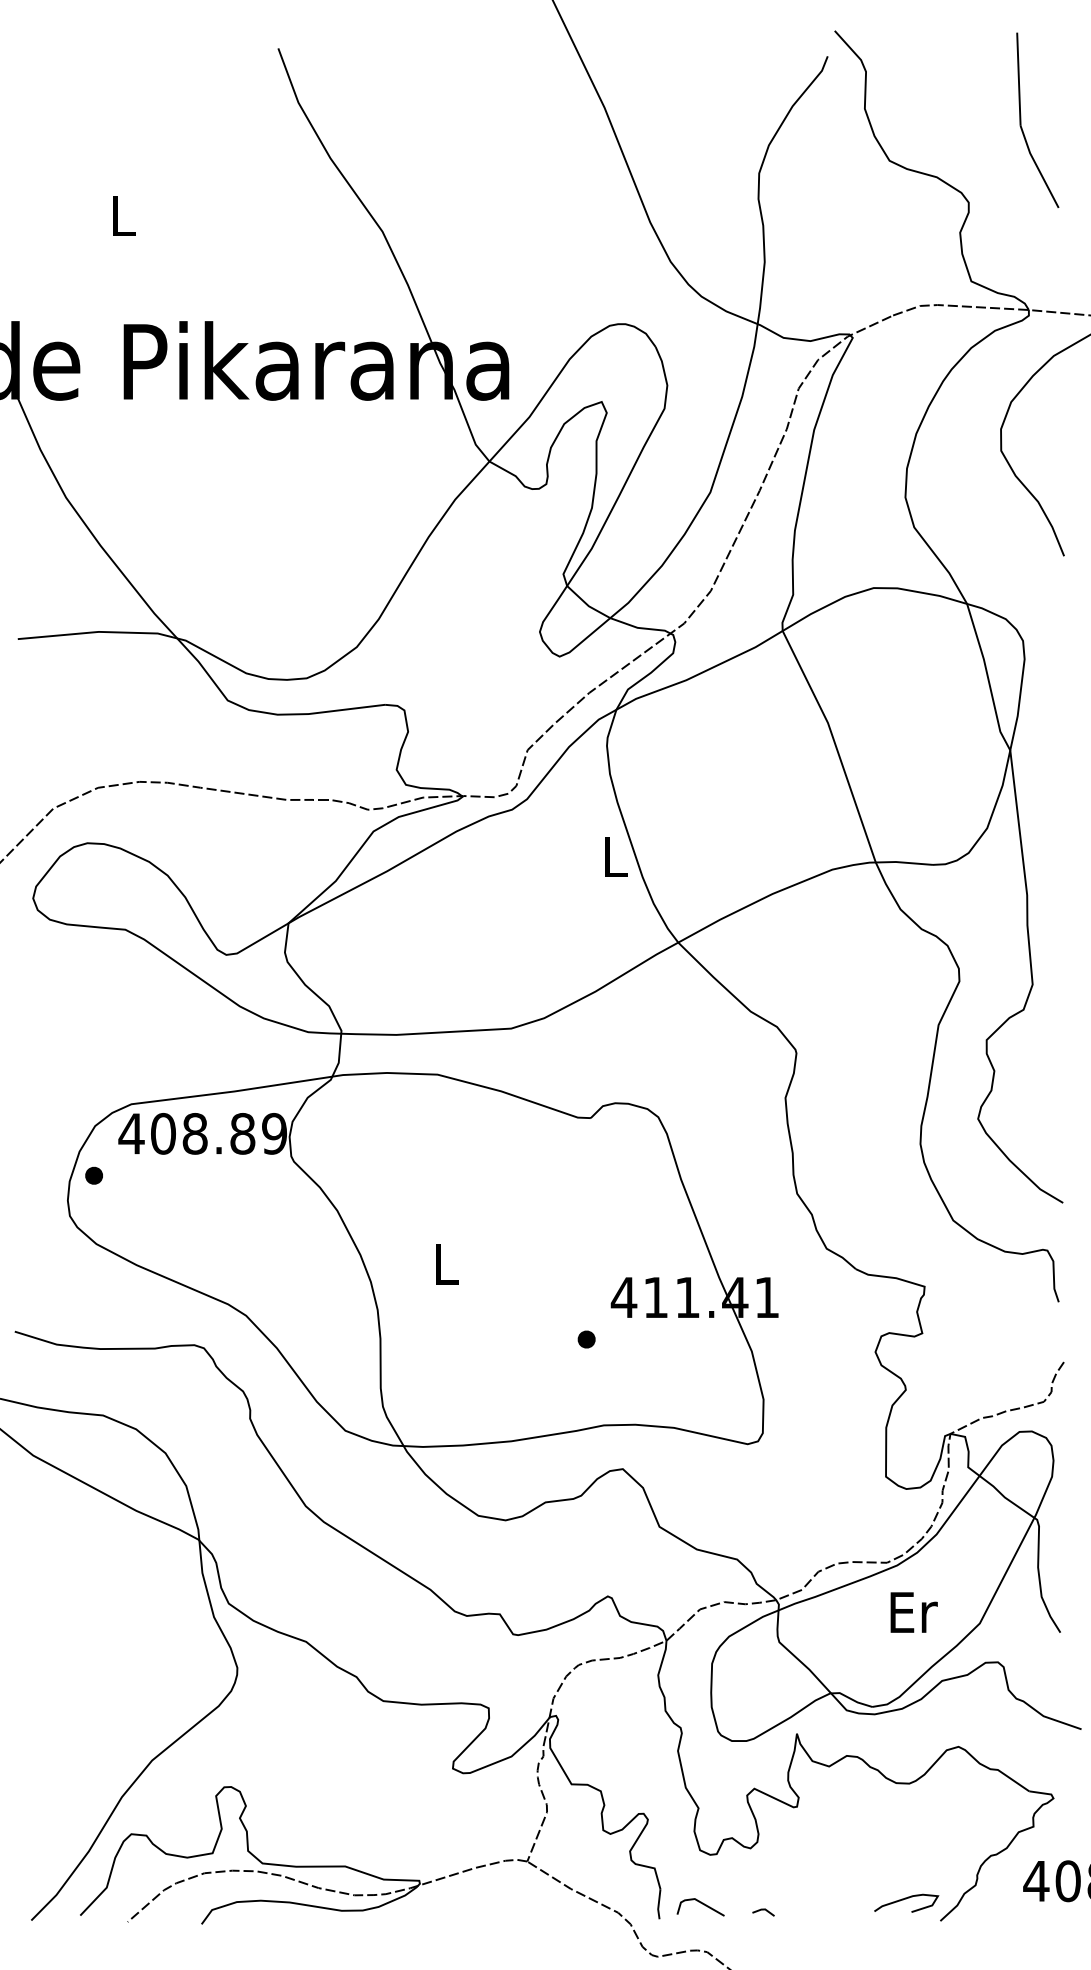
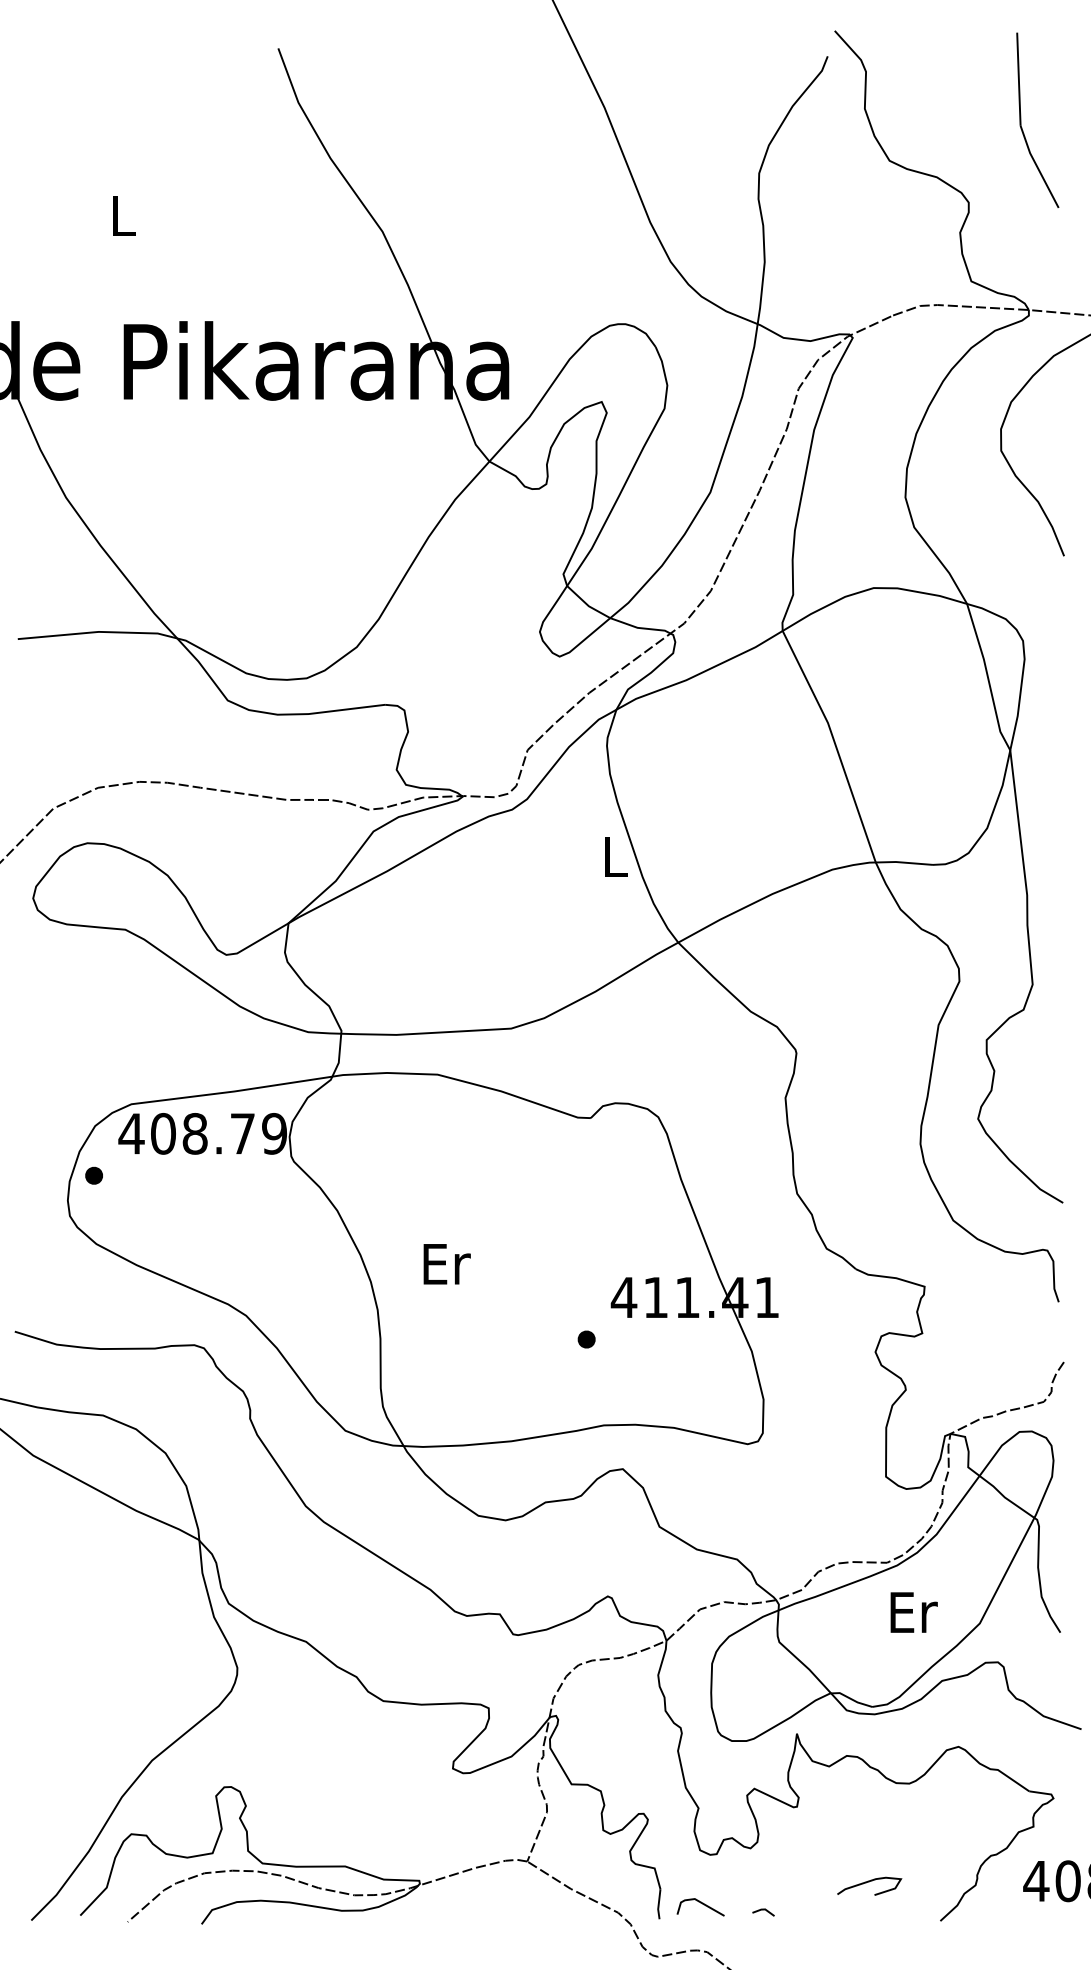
text at (242, 1133): 408.89 -> 408.79
text at (446, 1264): L -> Er
curve at (906, 1899) position: (906, 1899) -> (869, 1882)
